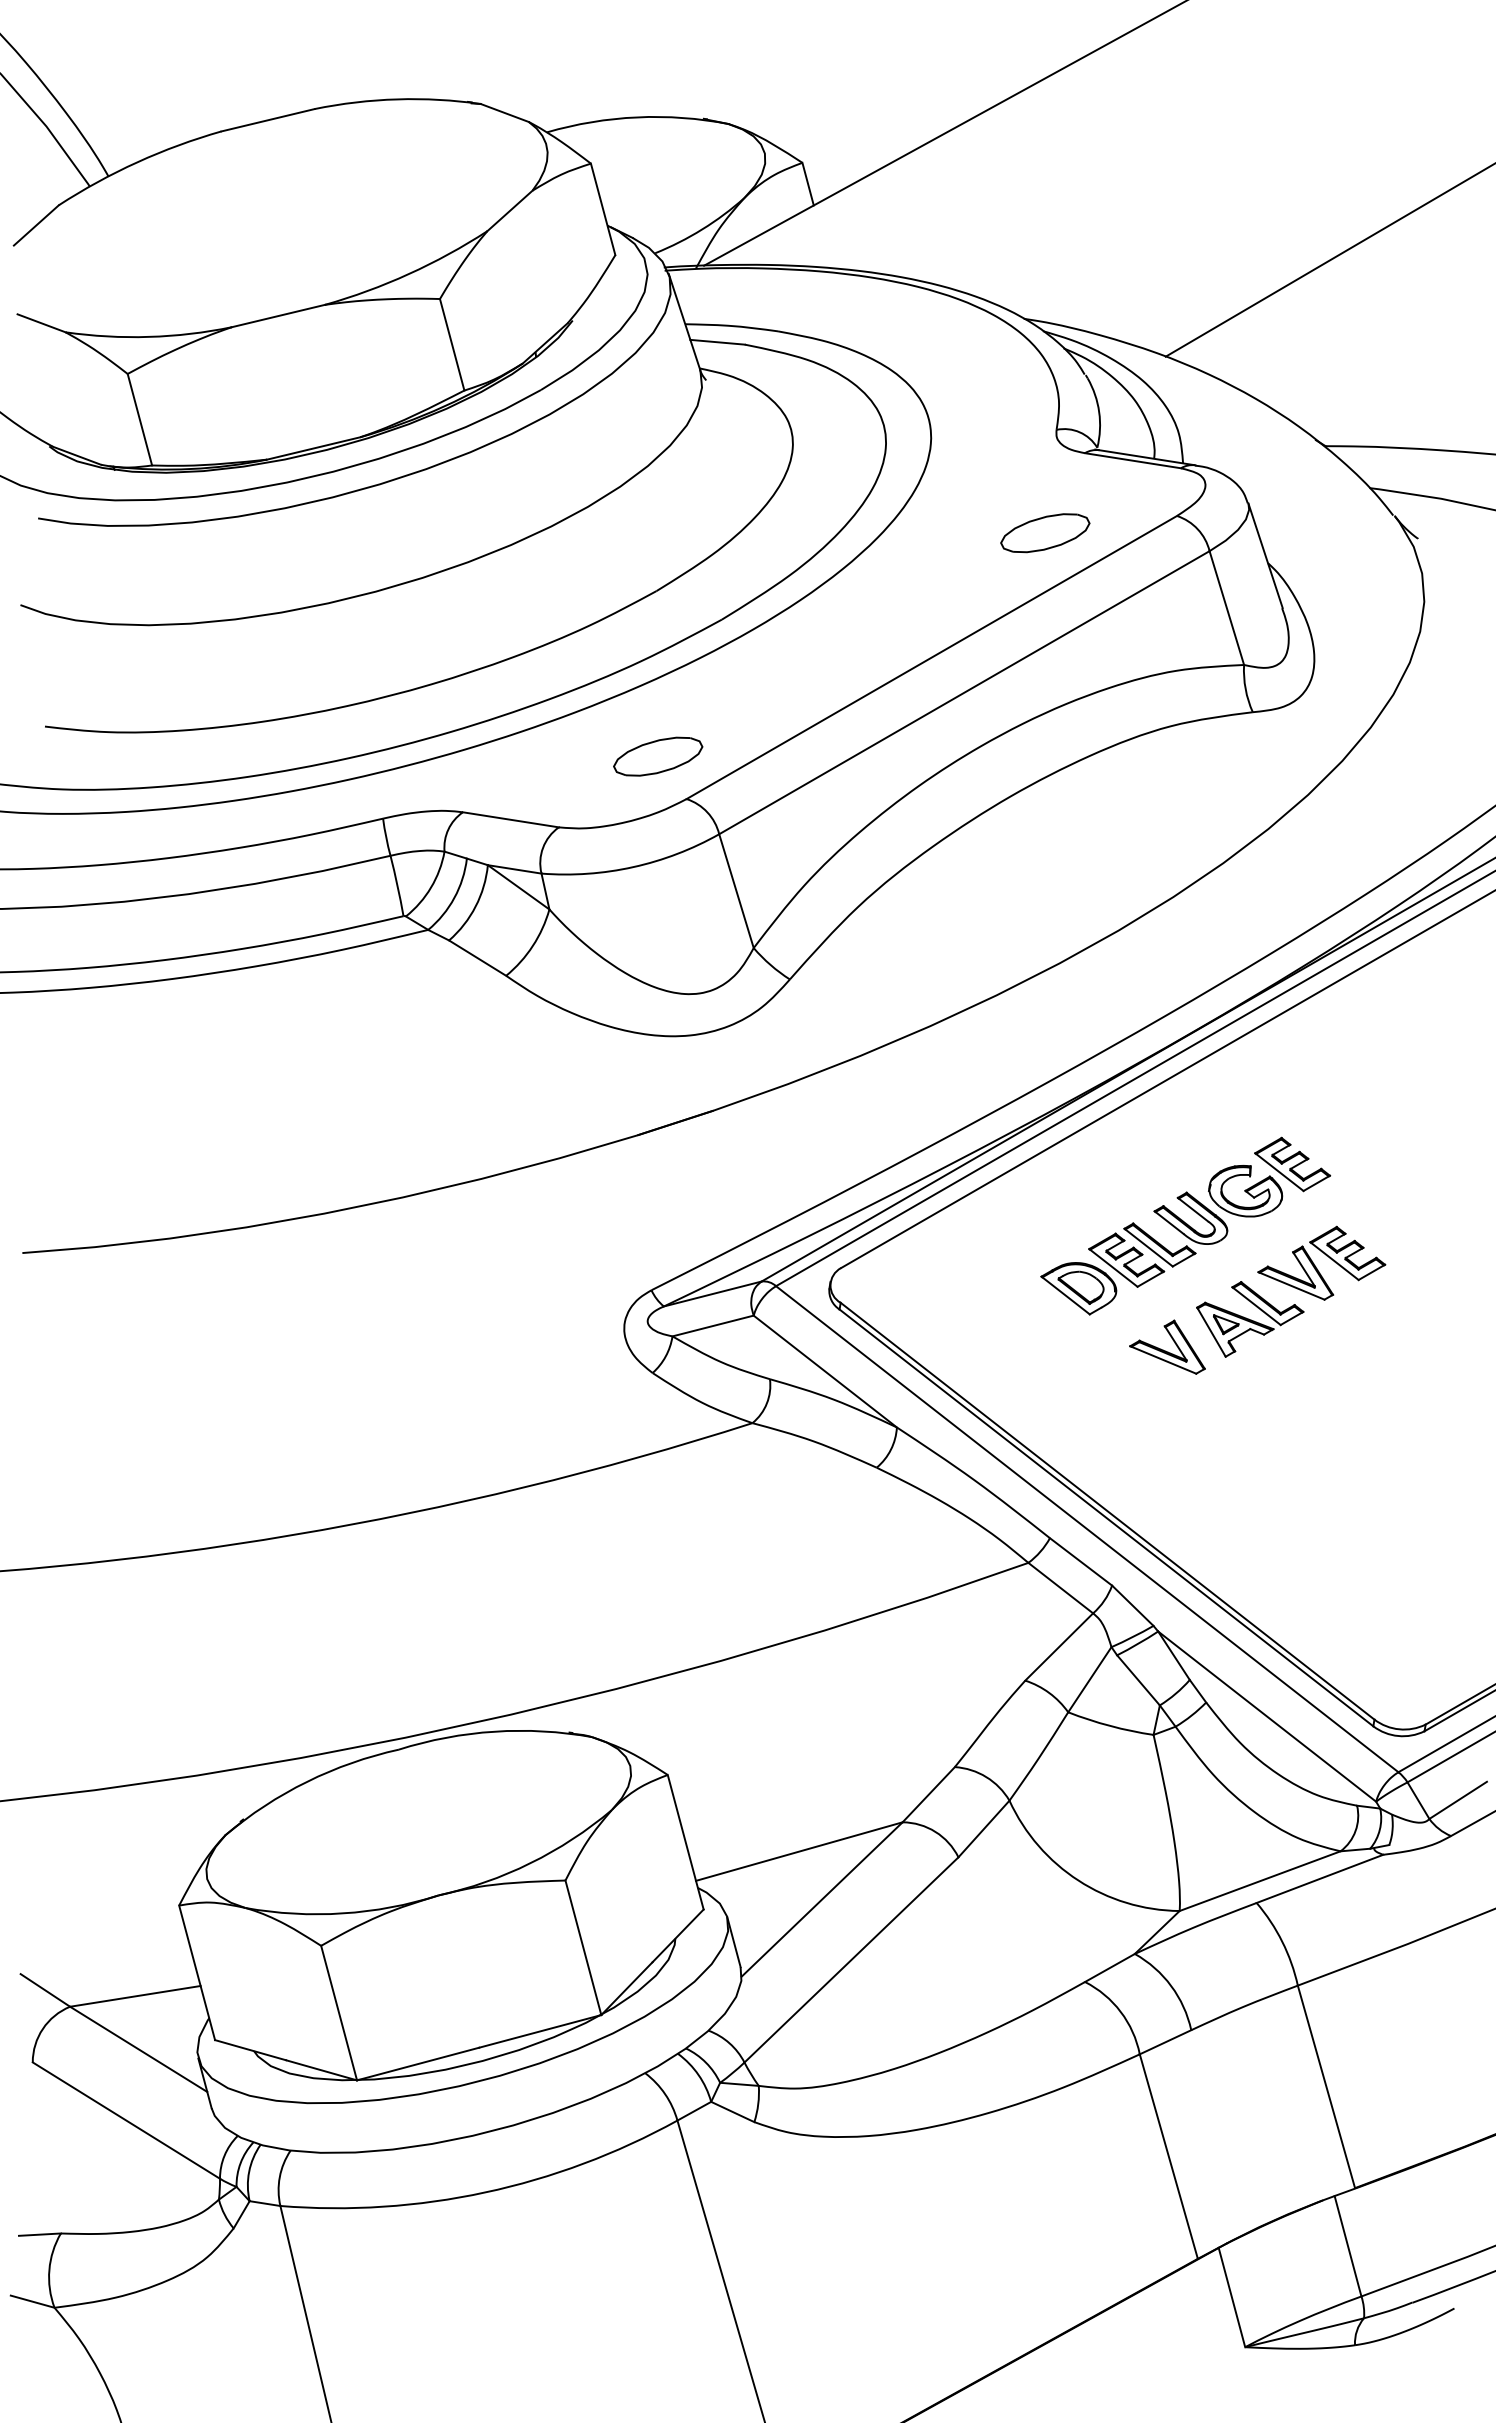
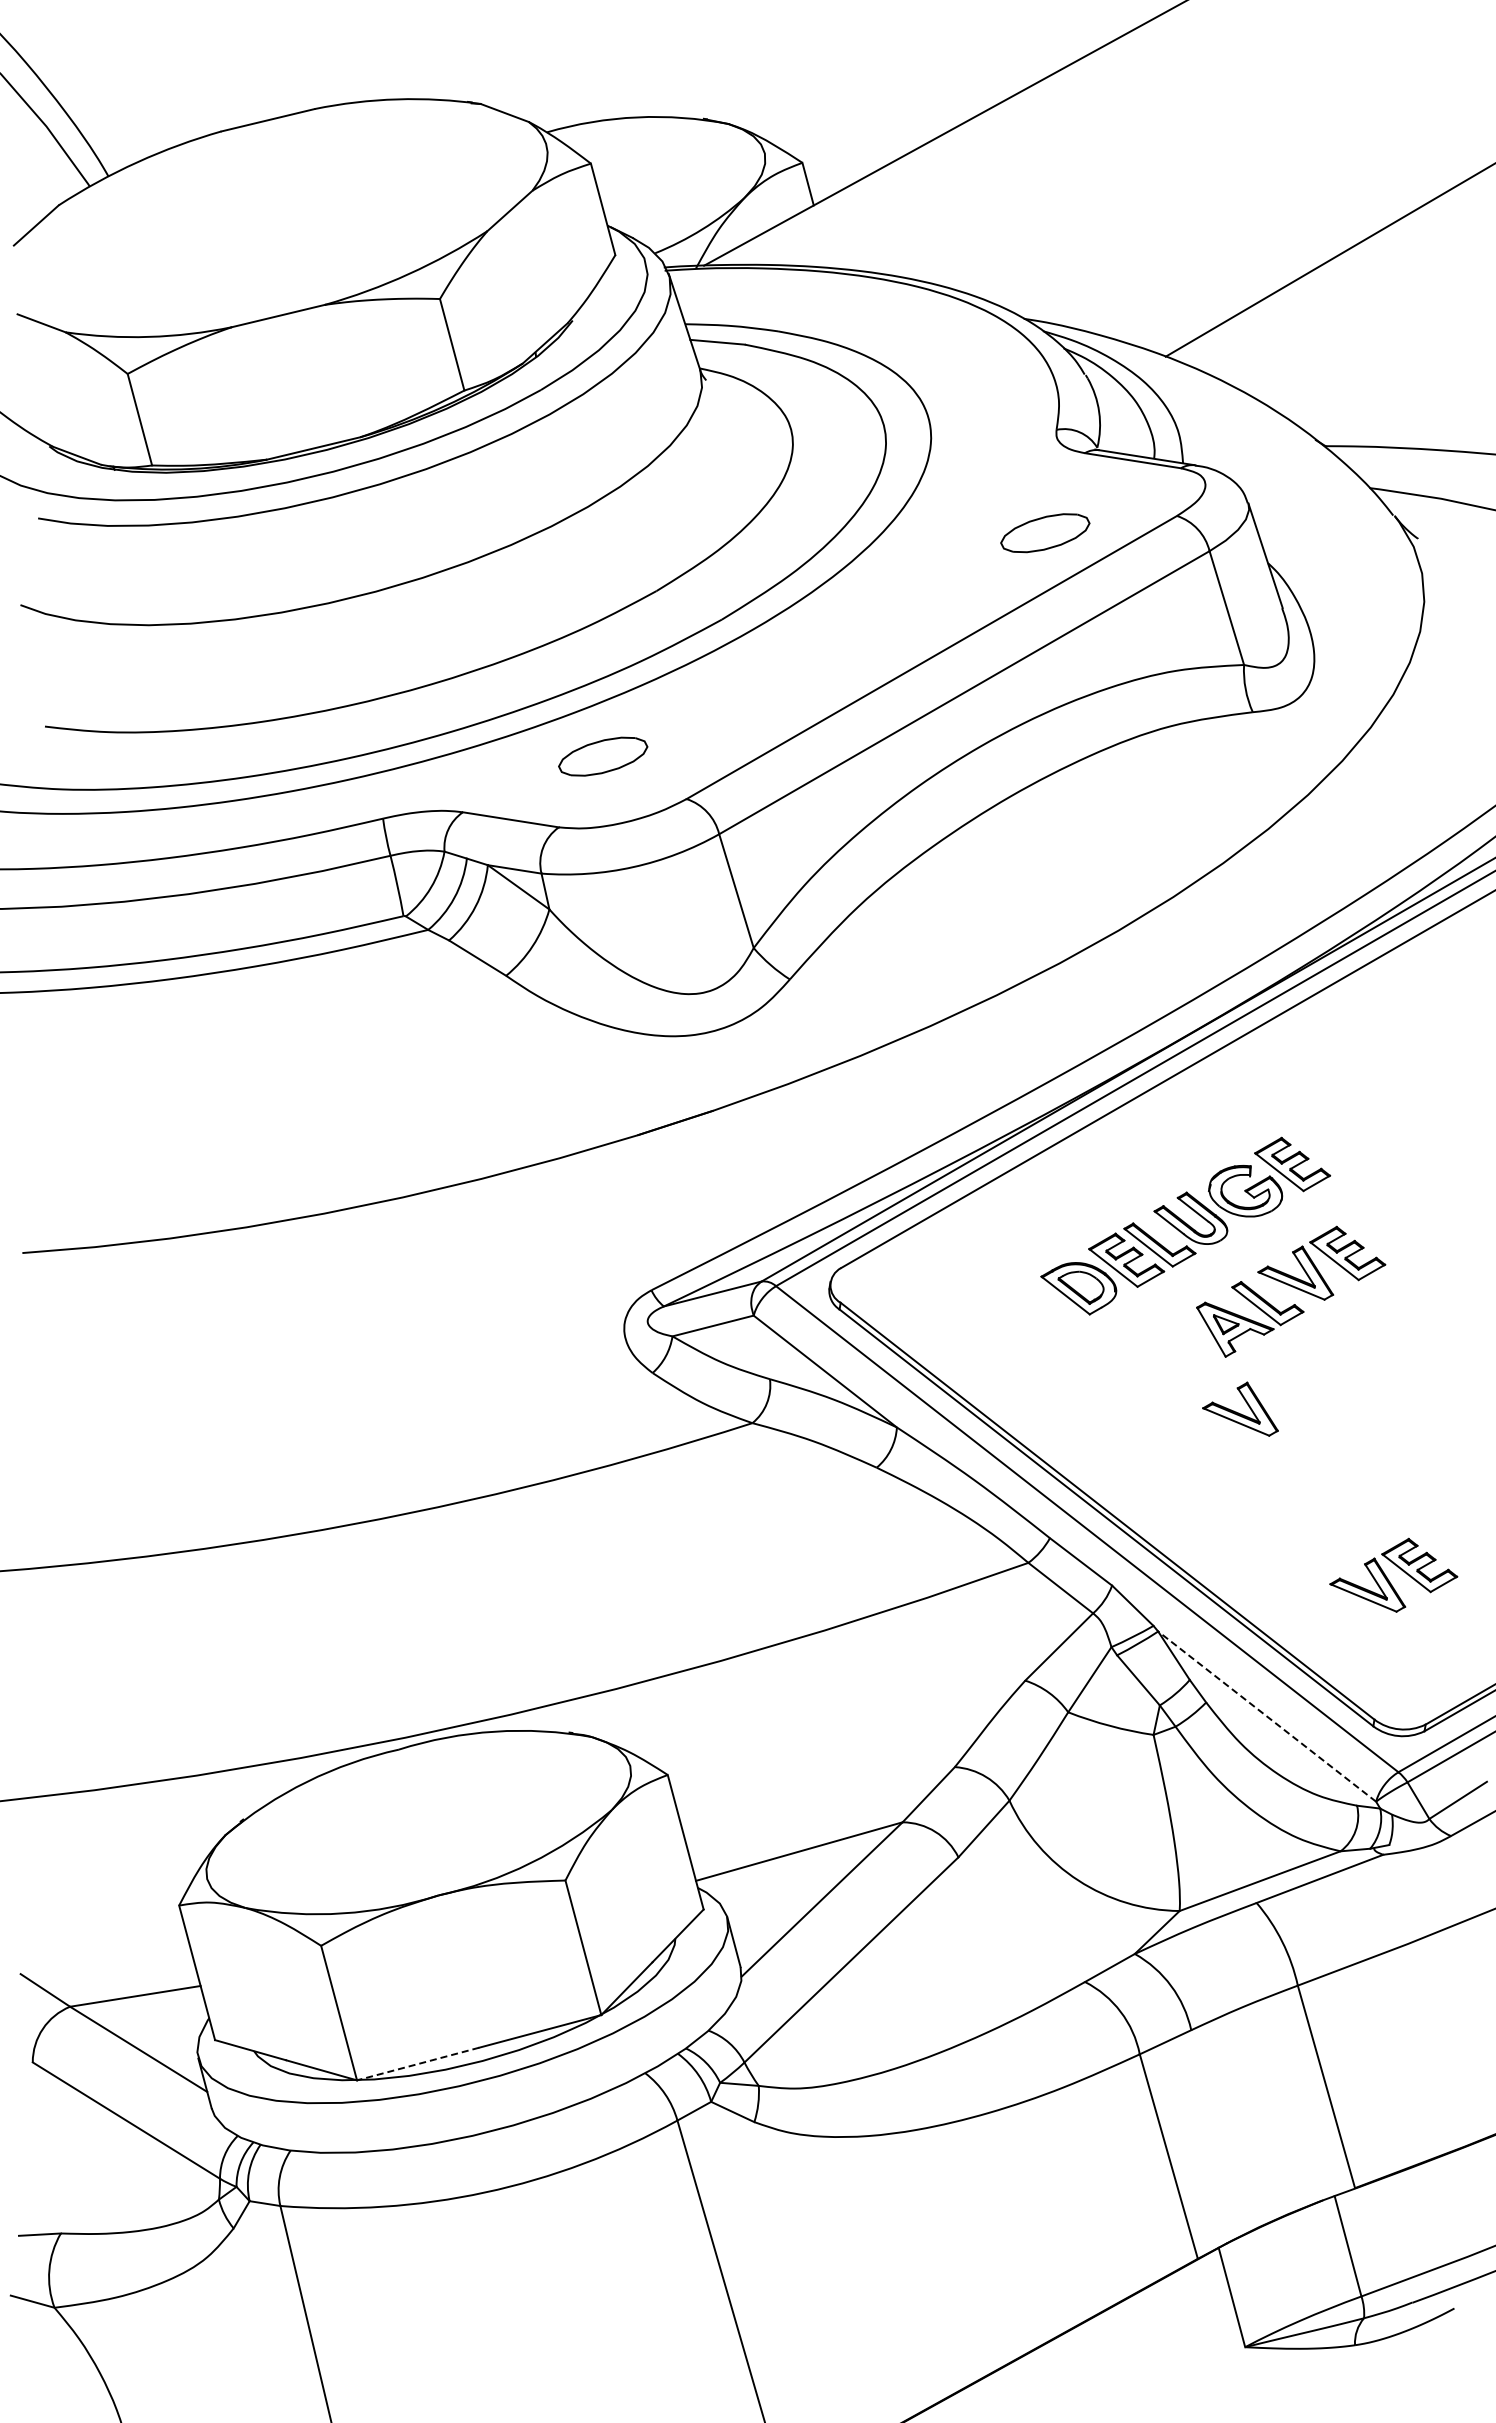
part at (658, 756) position: (658, 756) -> (603, 756)
part at (1167, 1346) position: (1167, 1346) -> (1240, 1408)
part at (1388, 1578): none -> present
line at (1266, 1716): solid -> dashed
line at (417, 2064): solid -> dashed
